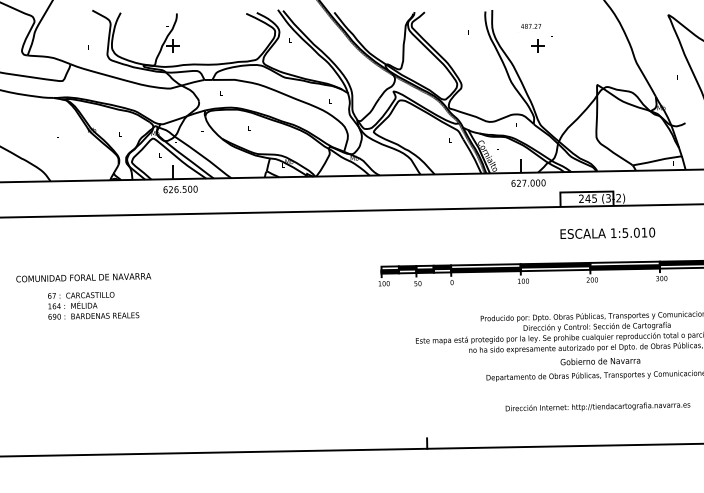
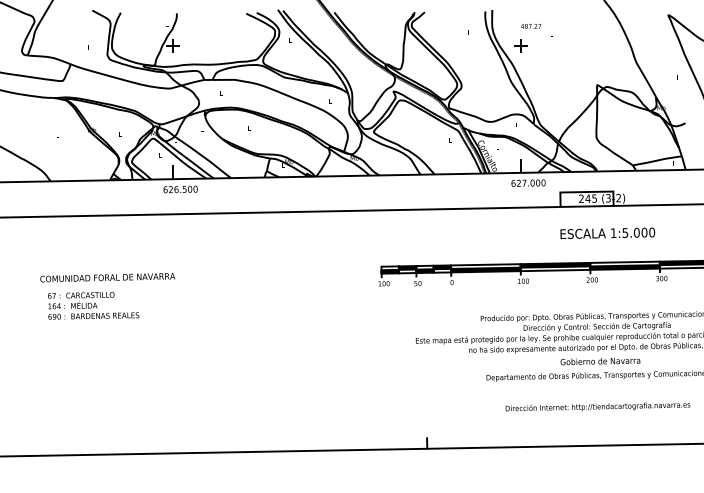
part at (537, 45) position: (537, 45) -> (520, 45)
text at (644, 232): 1:5.010 -> 1:5.000
text at (83, 277) position: (83, 277) -> (107, 277)
